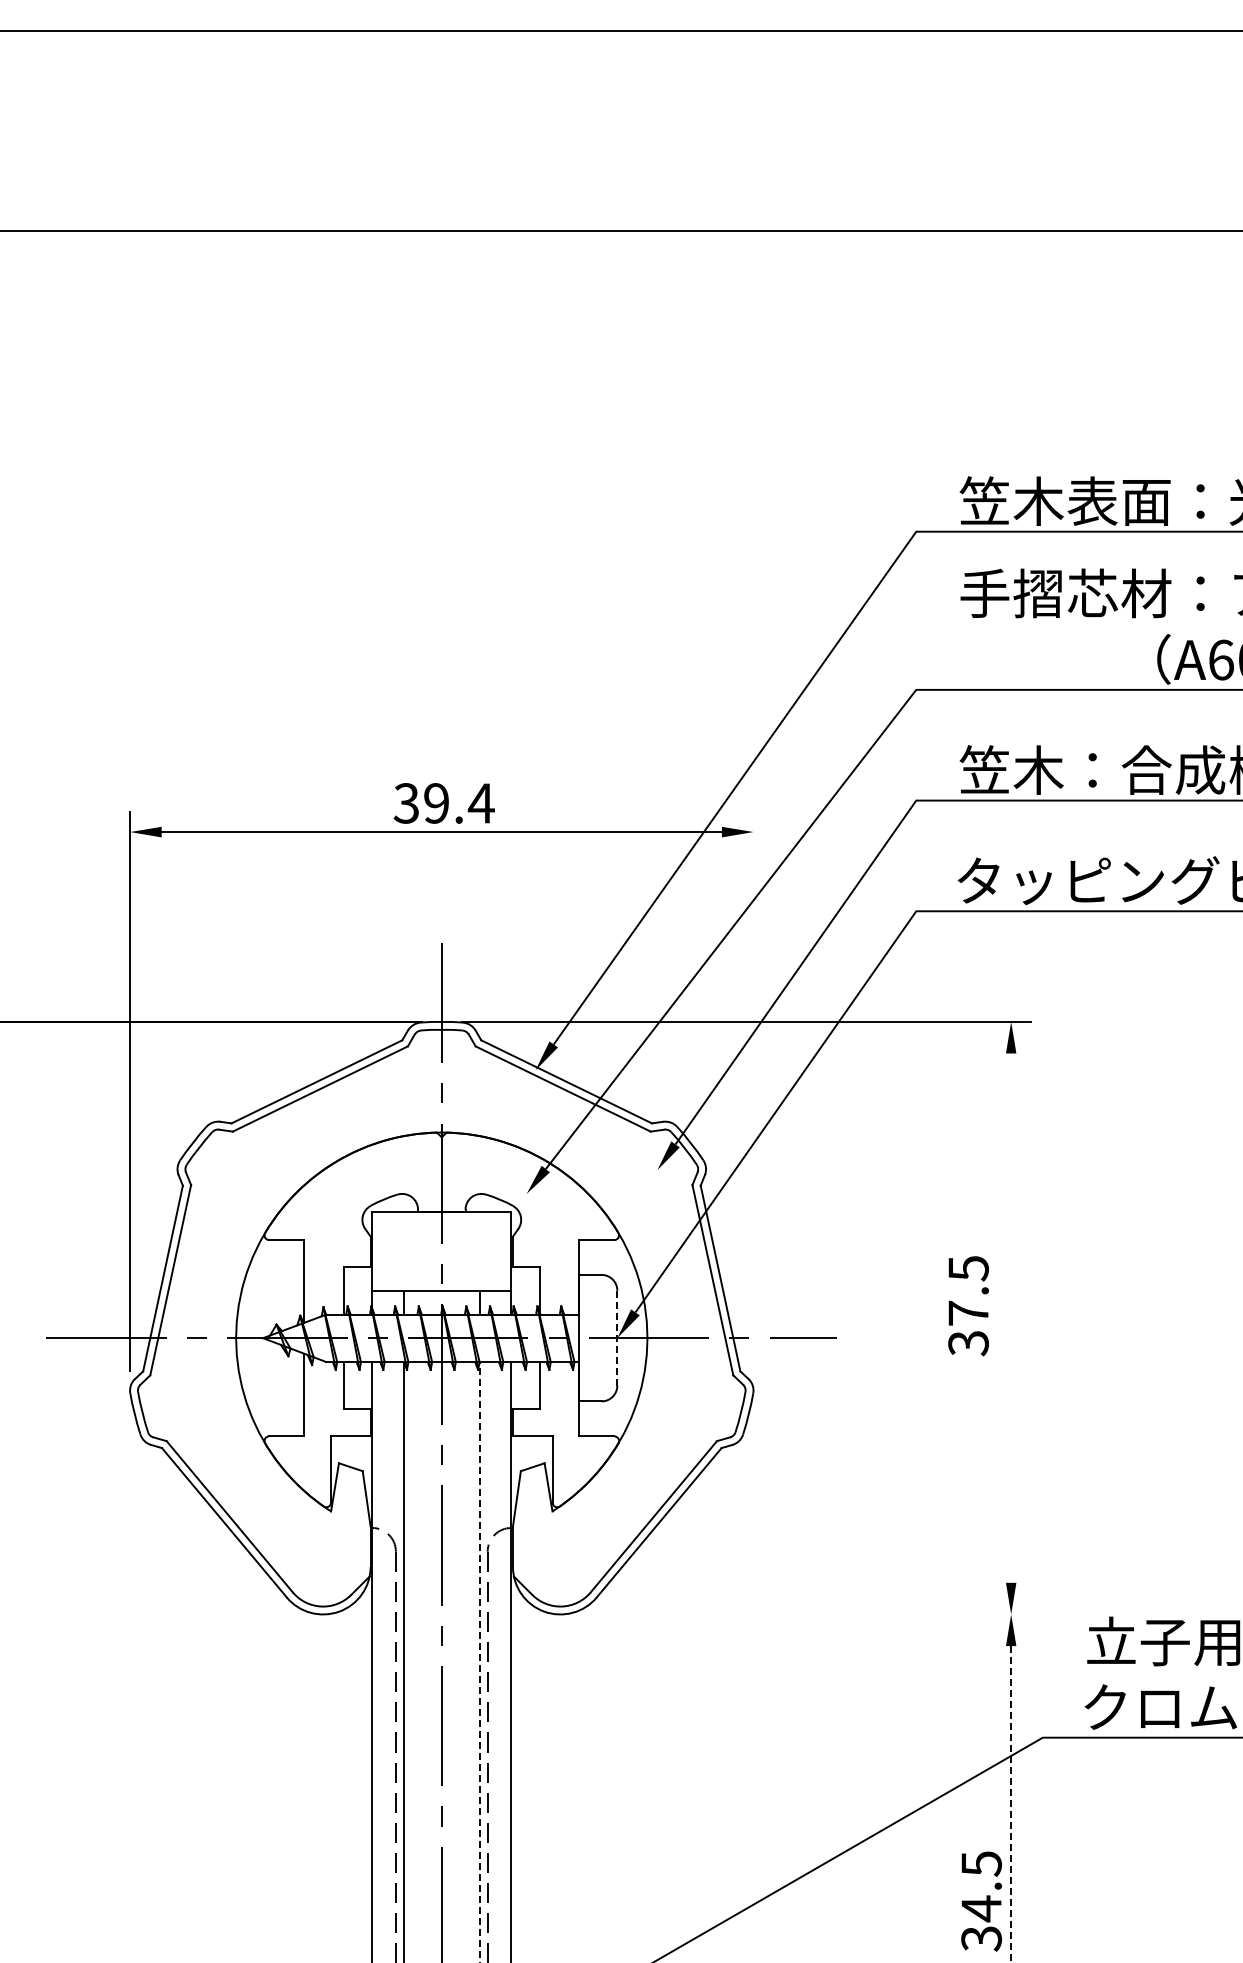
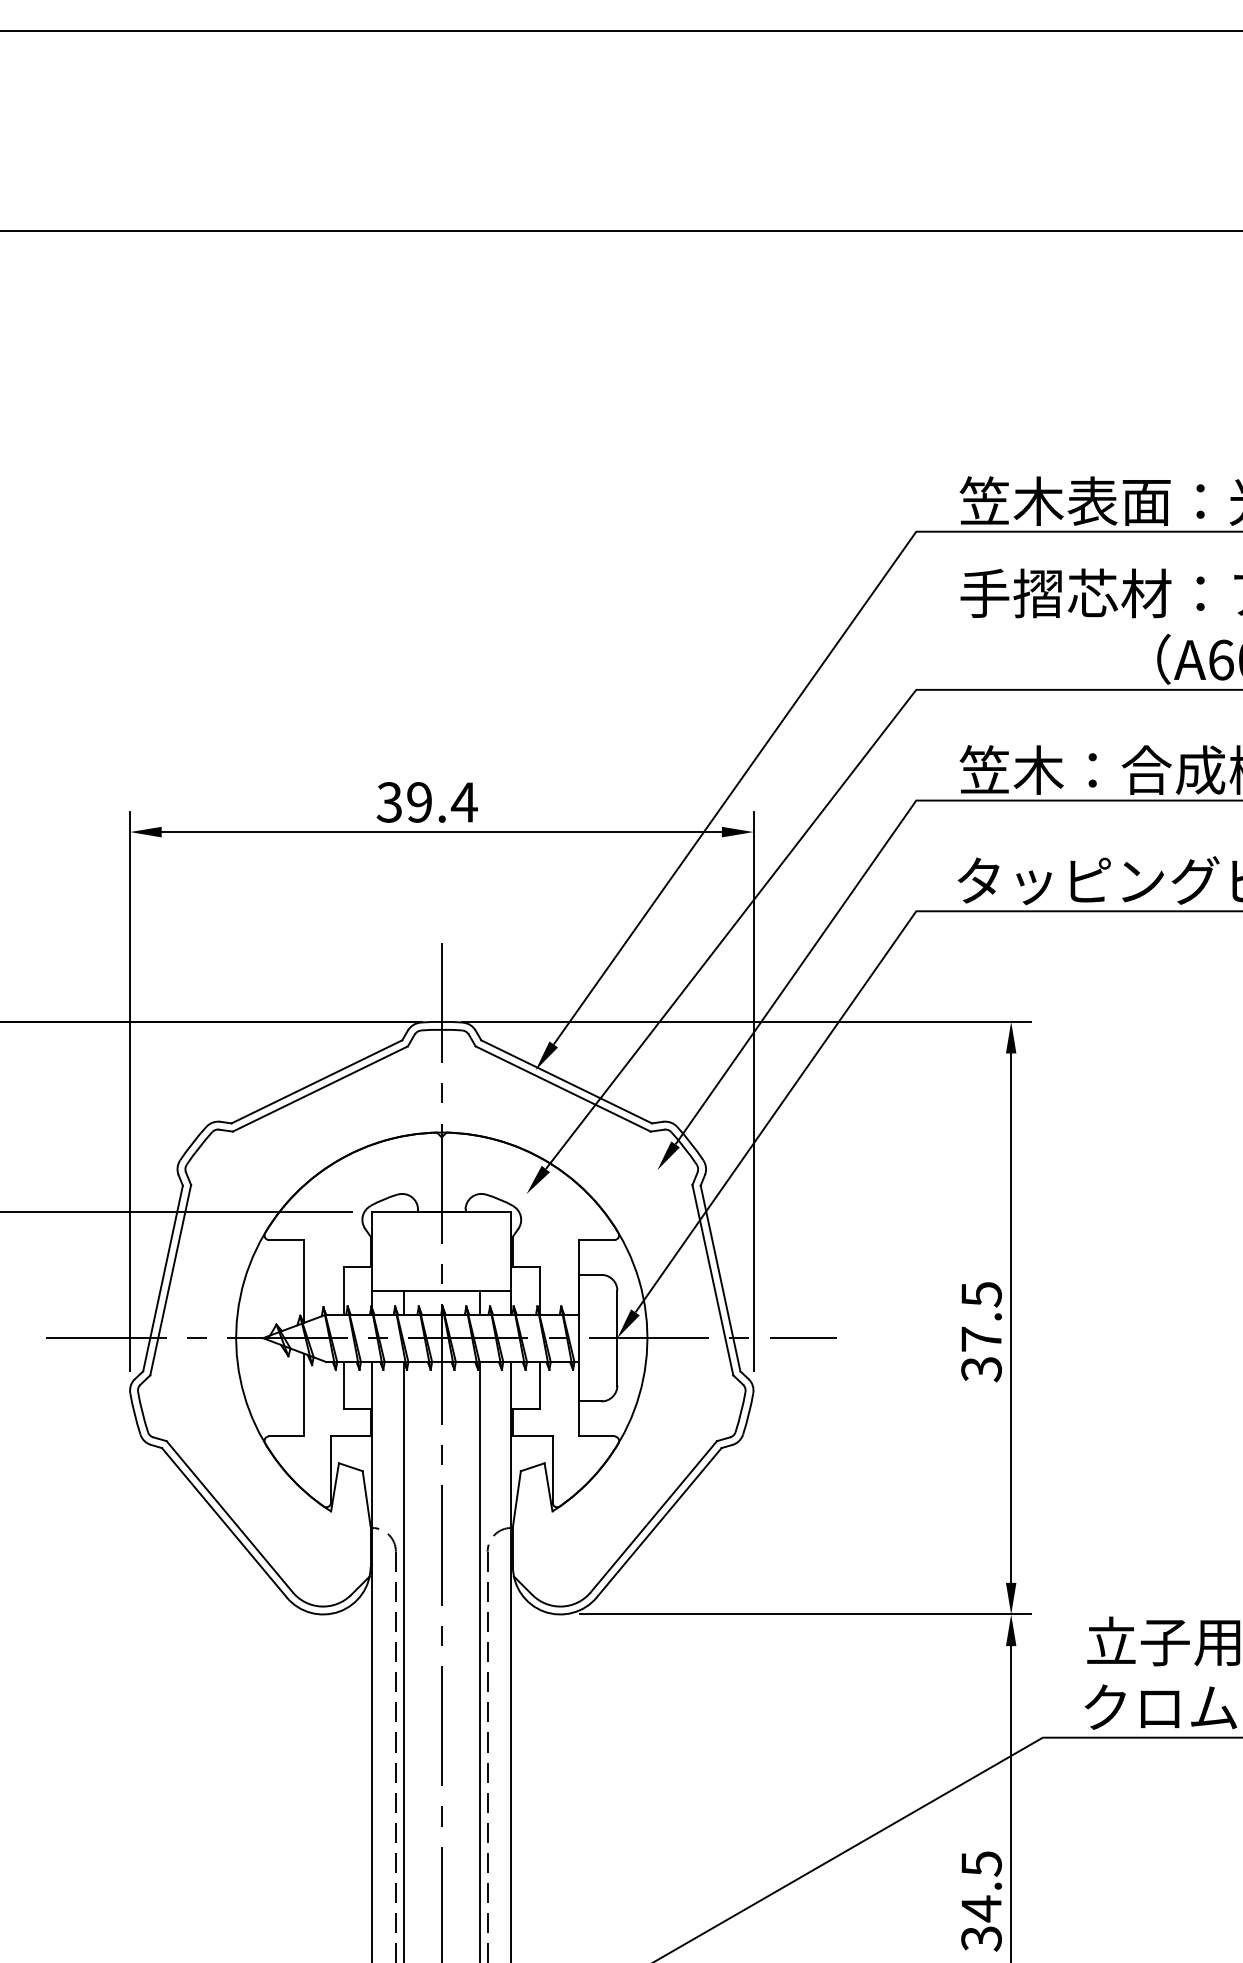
text at (443, 803) position: (443, 803) -> (426, 802)
line at (753, 1091): none -> present
line at (177, 1211): none -> present
text at (968, 1306) position: (968, 1306) -> (981, 1332)
line at (1011, 1317): none -> present
line at (617, 1338): dashed -> solid
line at (805, 1614): none -> present
line at (479, 1661): dashed -> solid
line at (1011, 1804): dashed -> solid
